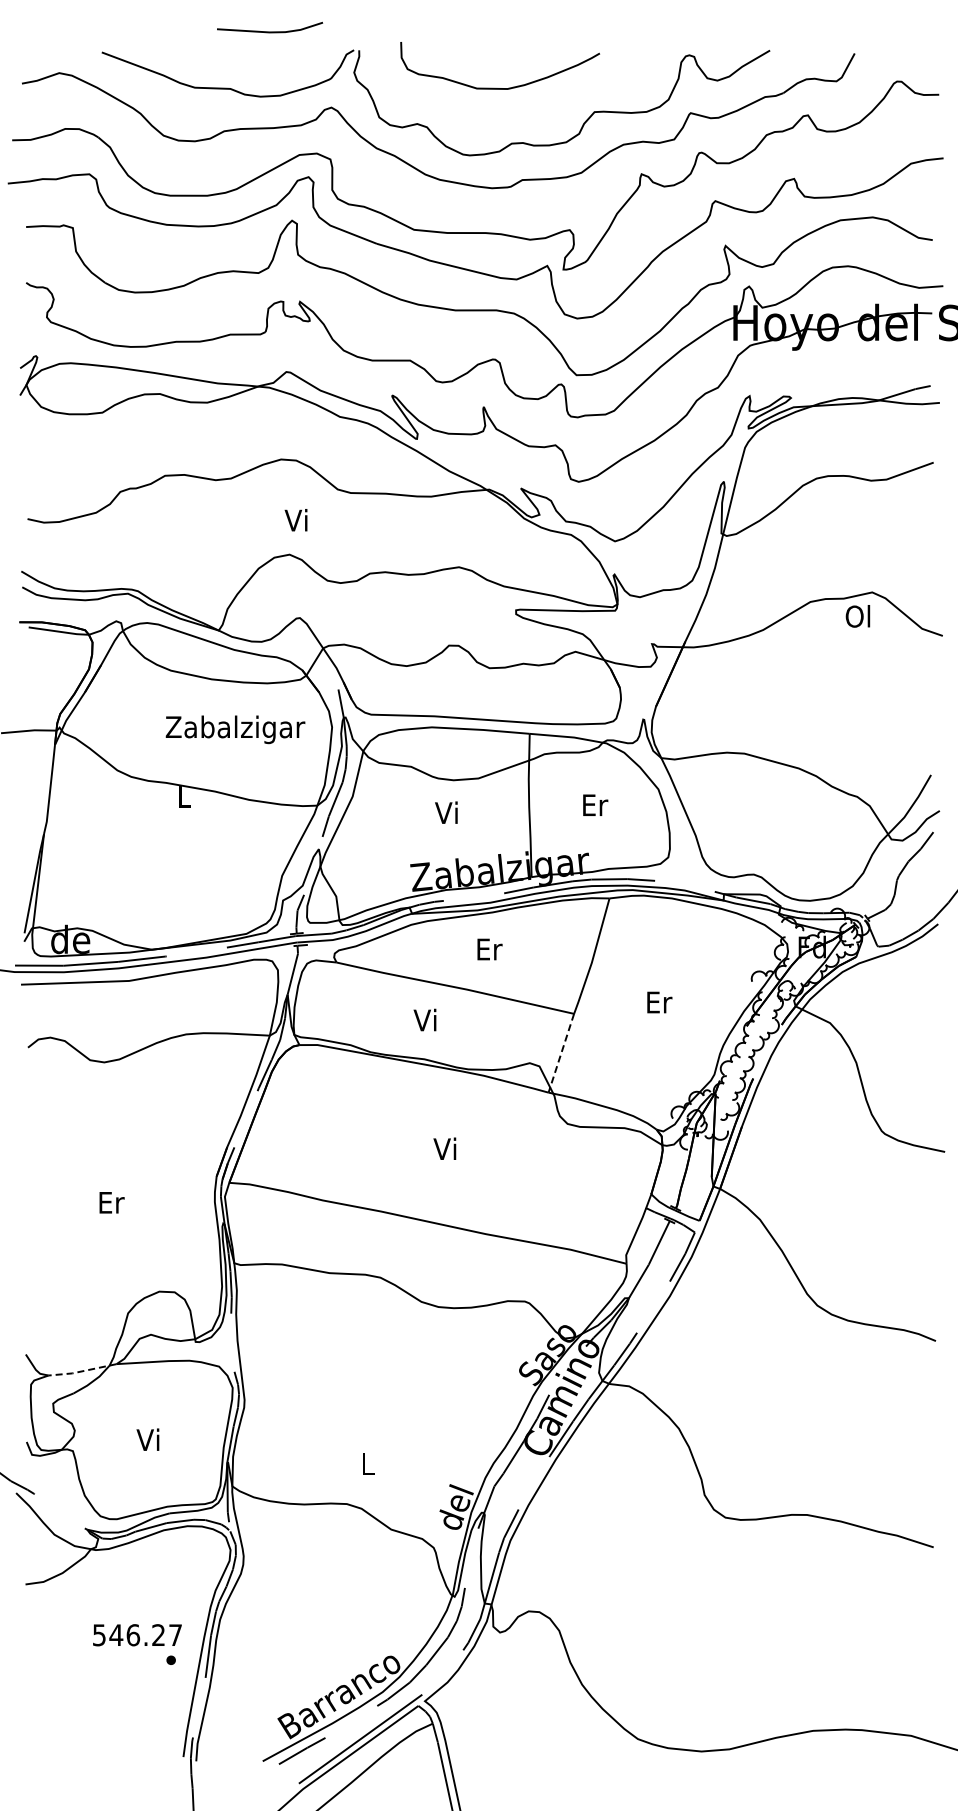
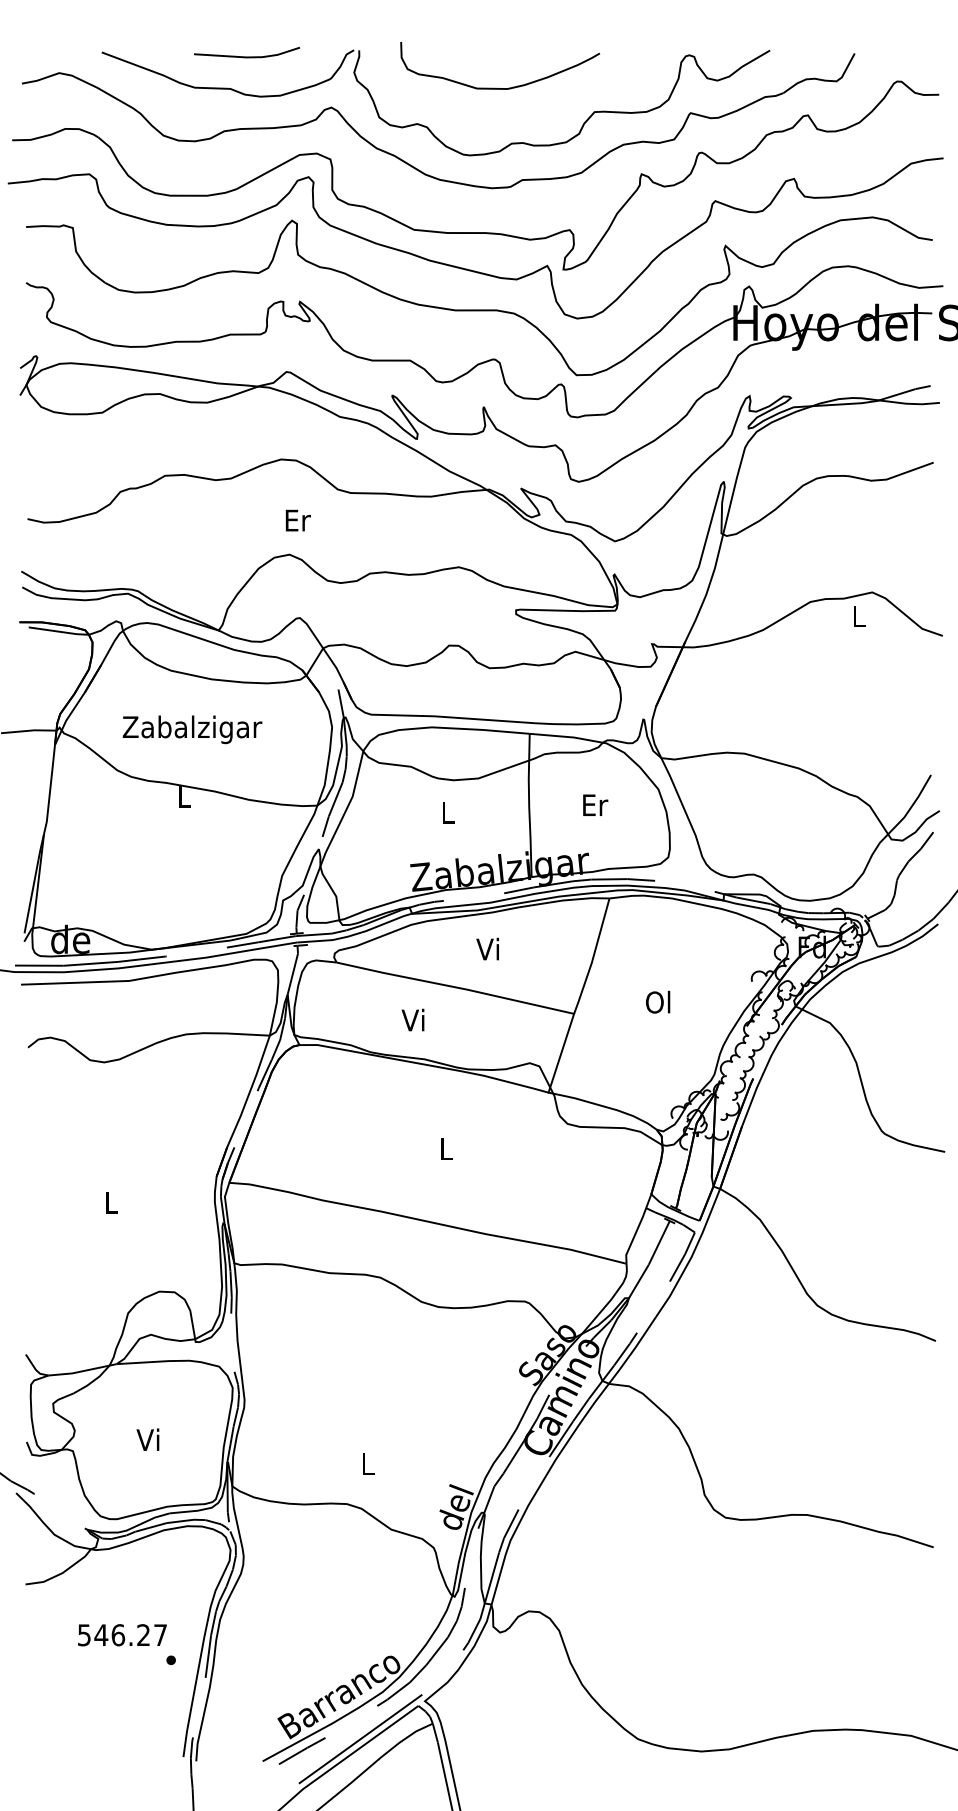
line at (270, 31) position: (270, 31) -> (247, 56)
text at (297, 520): Vi -> Er
text at (857, 616): Ol -> L
text at (235, 729) position: (235, 729) -> (192, 729)
text at (446, 812): Vi -> L
text at (489, 948): Er -> Vi
text at (659, 1001): Er -> Ol
text at (424, 1019) position: (424, 1019) -> (412, 1019)
line at (561, 1053): dashed -> solid
text at (444, 1148): Vi -> L
text at (111, 1202): Er -> L
line at (81, 1371): dashed -> solid
text at (137, 1635) position: (137, 1635) -> (122, 1635)
